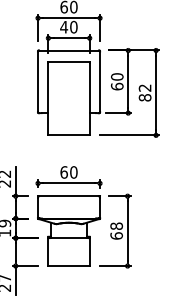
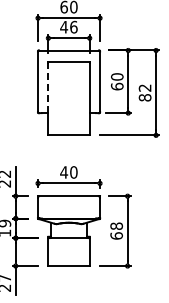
text at (73, 26): 40 -> 46
line at (48, 87): solid -> dashed
text at (64, 172): 60 -> 40
